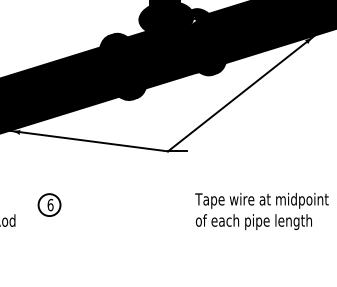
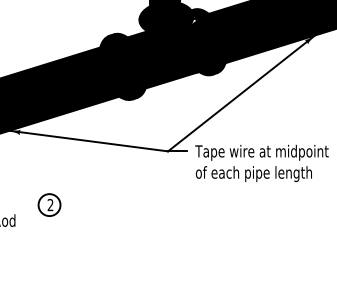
text at (50, 204): 6 -> 2
text at (261, 210) position: (261, 210) -> (261, 162)
